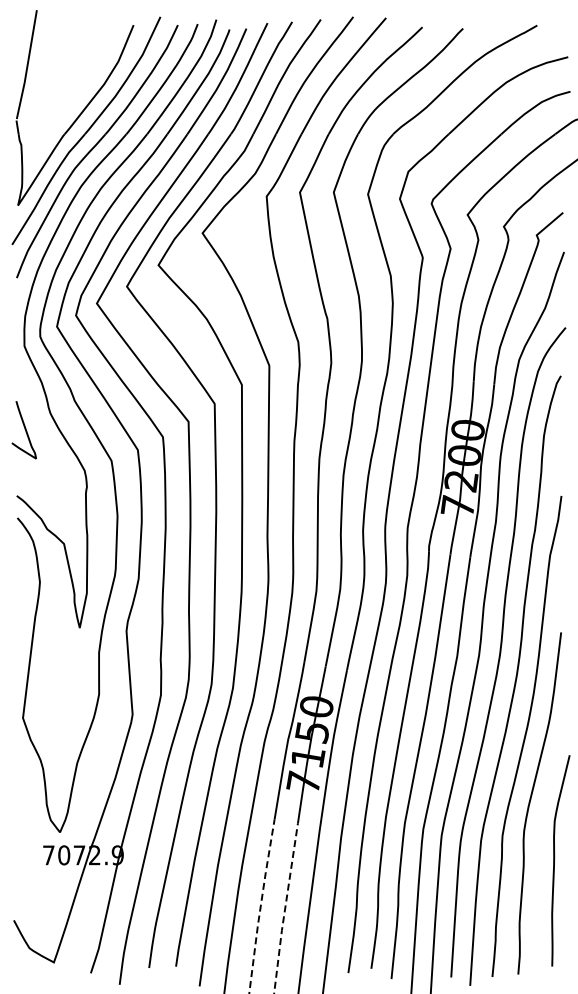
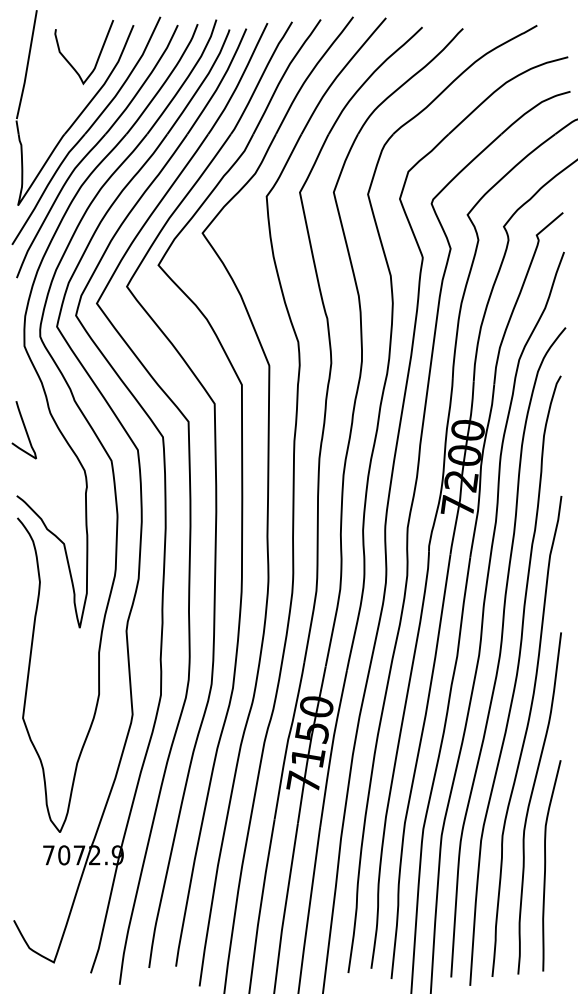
curve at (97, 57): none -> present
curve at (555, 858) position: (555, 858) -> (546, 863)
line at (260, 905): dashed -> solid
line at (285, 908): dashed -> solid
